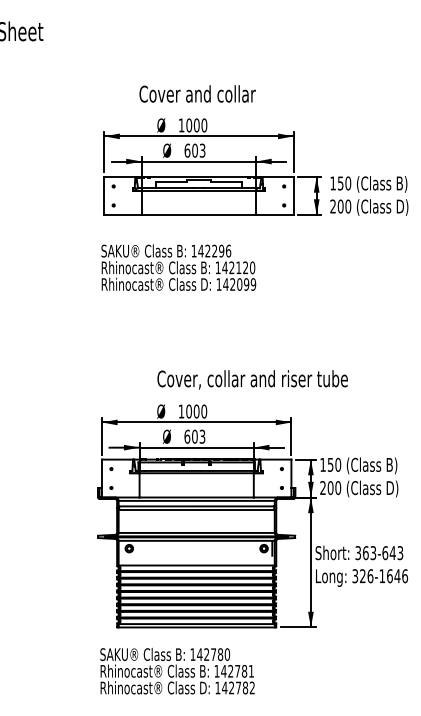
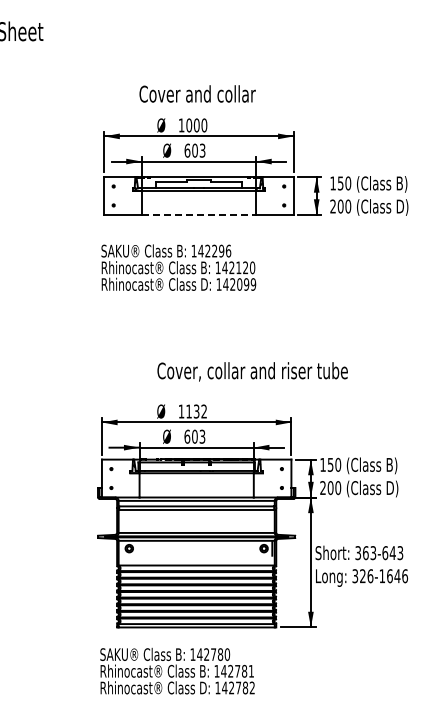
line at (199, 214): solid -> dashed
text at (252, 379) position: (252, 379) -> (252, 371)
text at (196, 411): 1000 -> 1132
